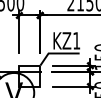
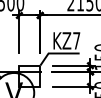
text at (76, 40): KZ1 -> KZ7
